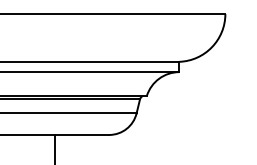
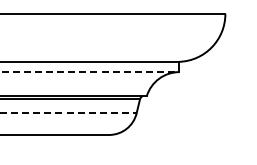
line at (90, 72): solid -> dashed
line at (68, 113): solid -> dashed
line at (54, 147): present -> none
